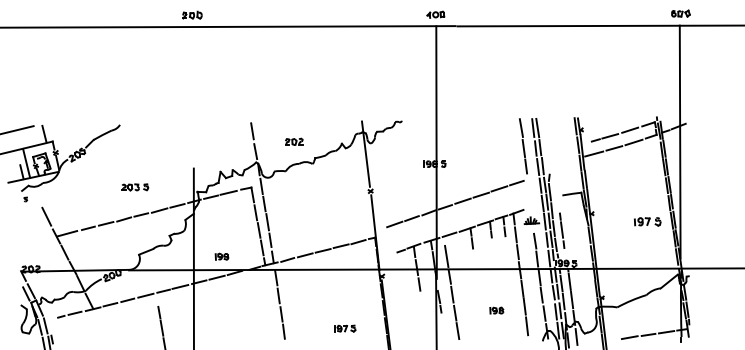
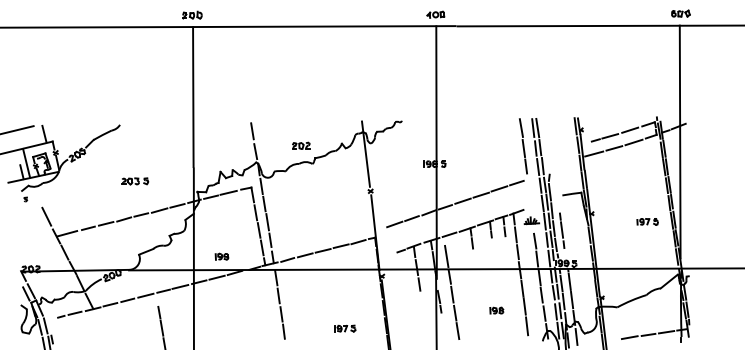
line at (193, 97): none -> present
part at (294, 141) position: (294, 141) -> (301, 145)
part at (135, 187) position: (135, 187) -> (135, 181)
part at (647, 221) size: 28x10 px -> 23x8 px
